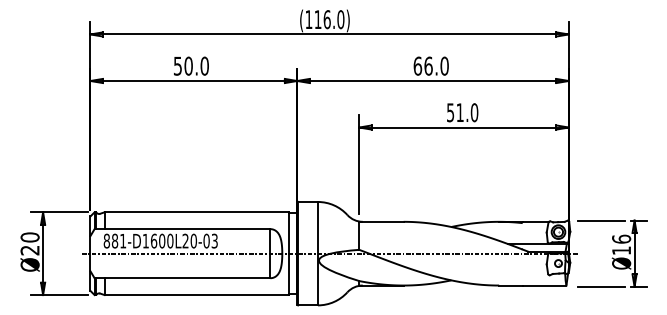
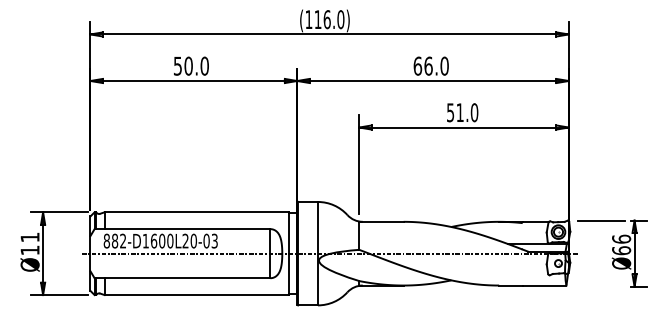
text at (123, 240): 881-D1600L20-03 -> 882-D1600L20-03
text at (29, 243): Ø20 -> Ø11
text at (621, 250): Ø16 -> Ø66
line at (601, 286): present -> none
